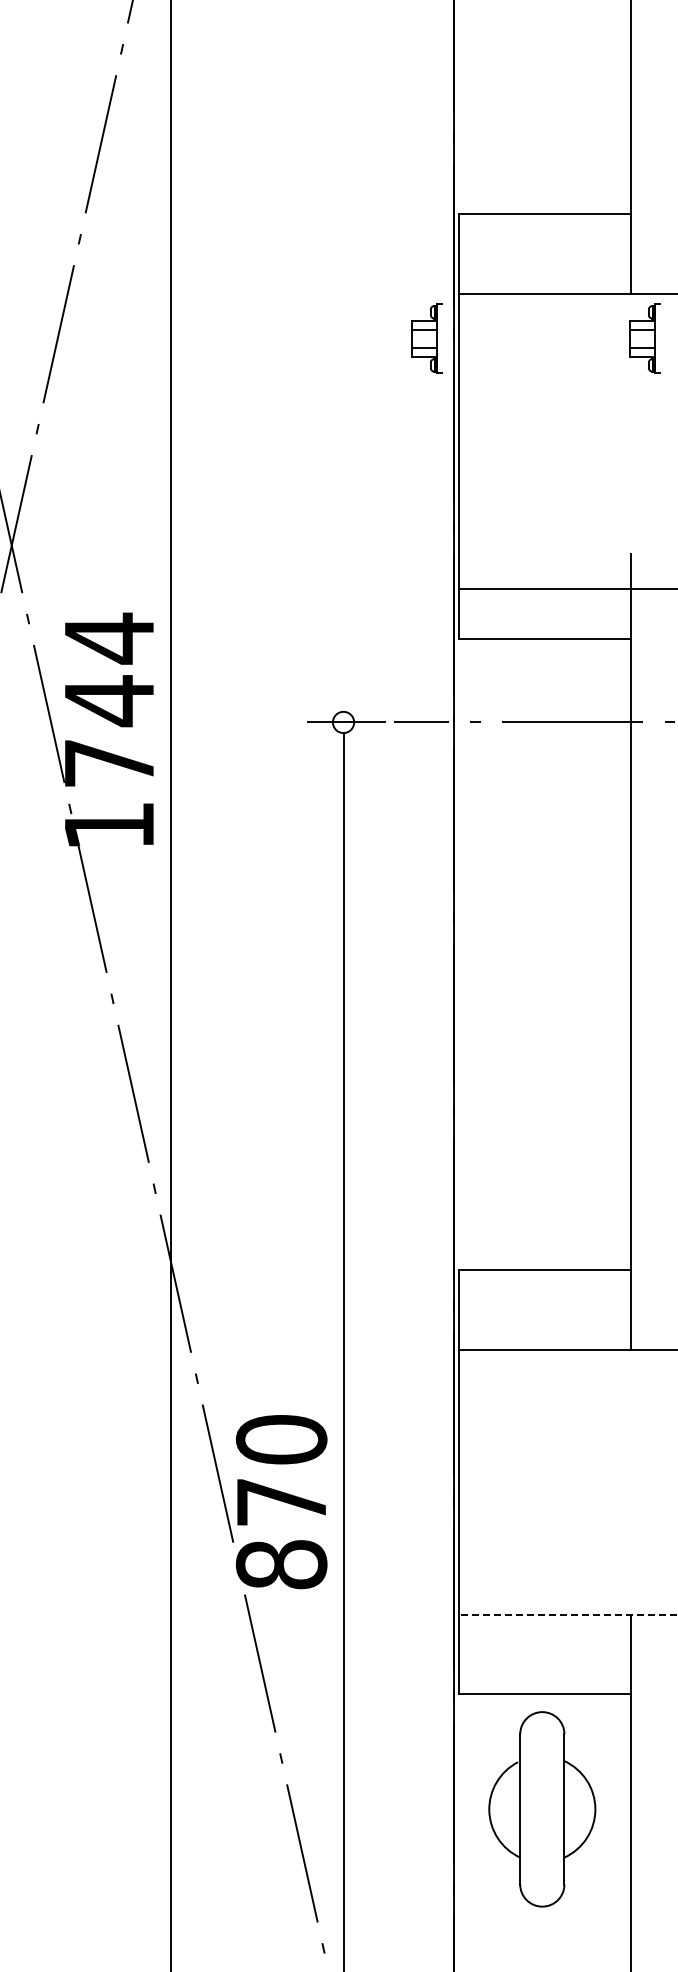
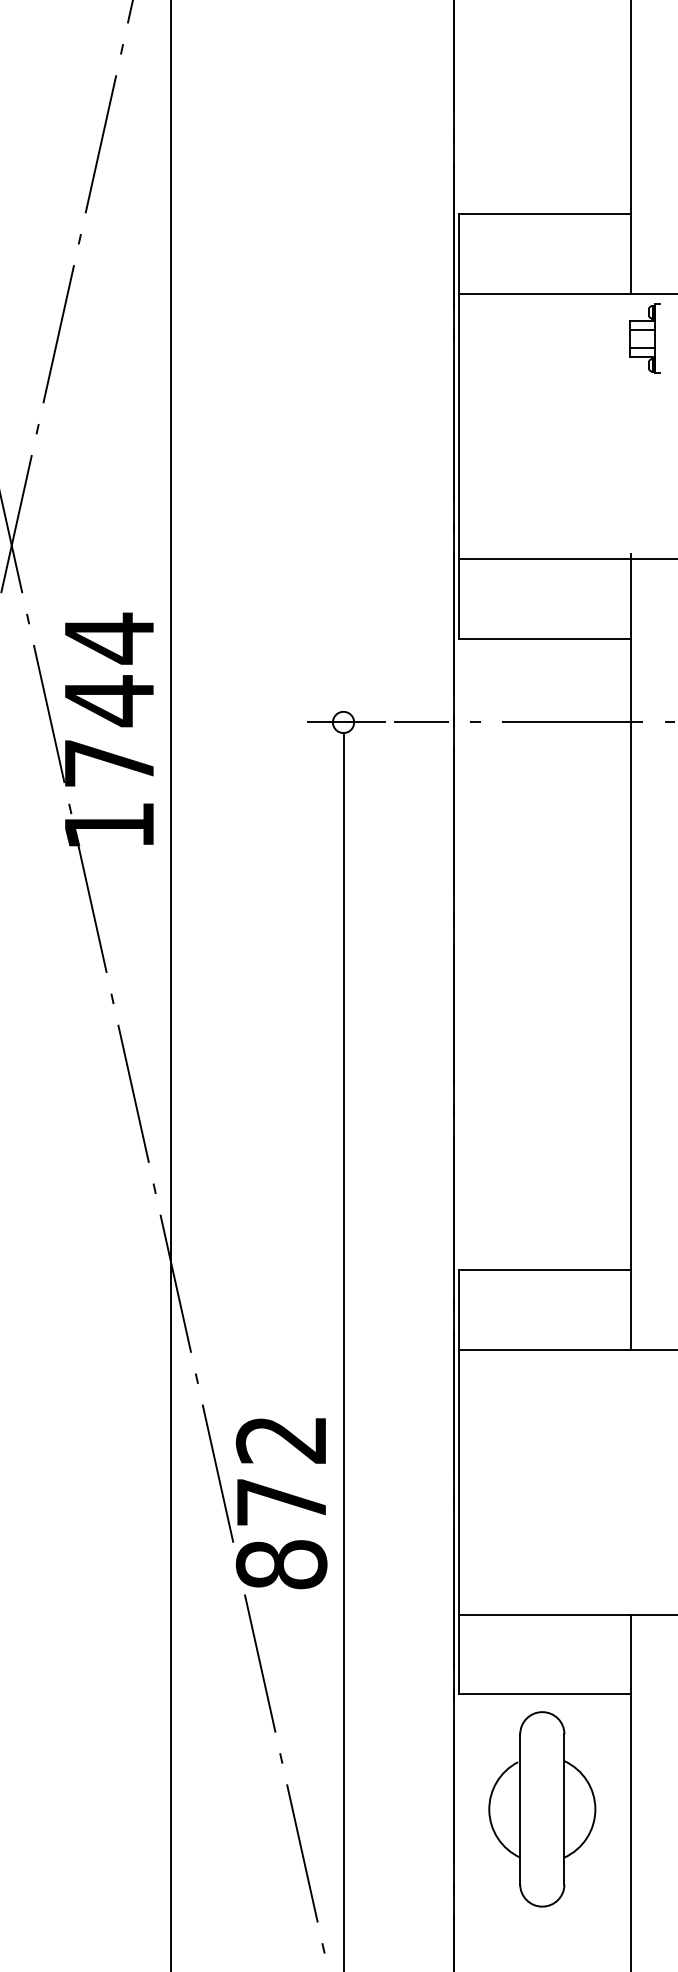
part at (426, 338): present -> none
line at (566, 589) position: (566, 589) -> (566, 559)
text at (281, 1439): 870 -> 872
line at (568, 1614): dashed -> solid
